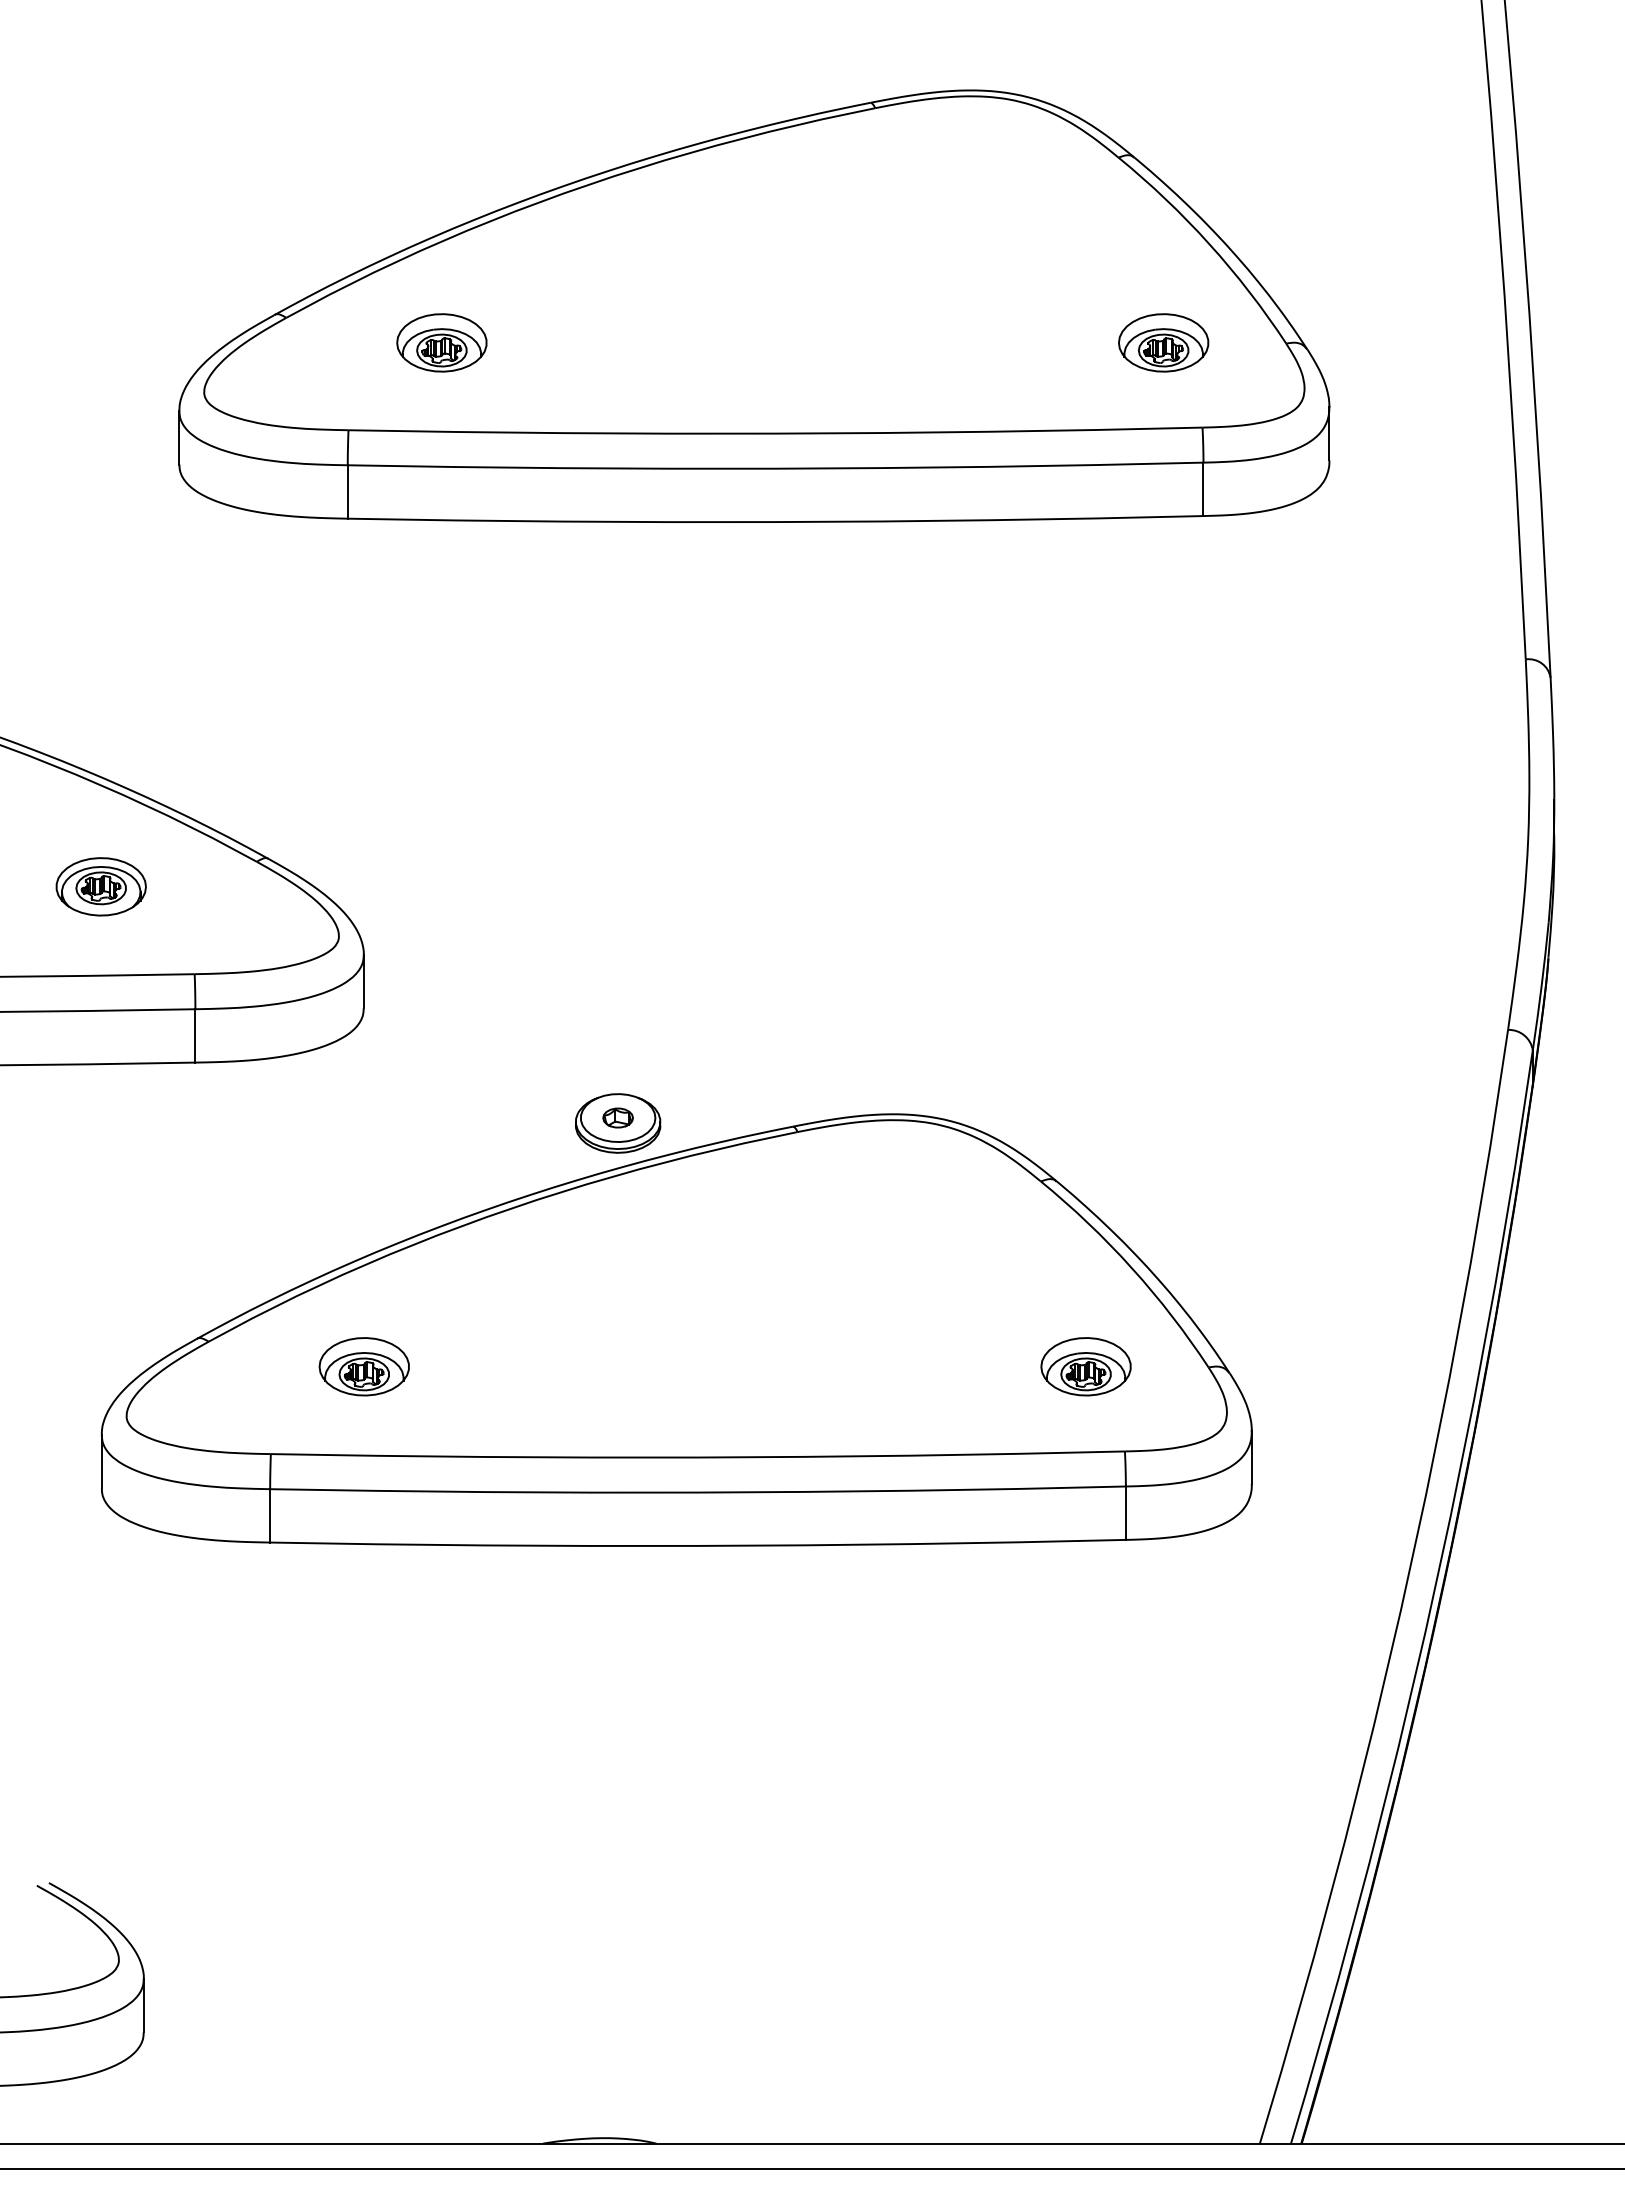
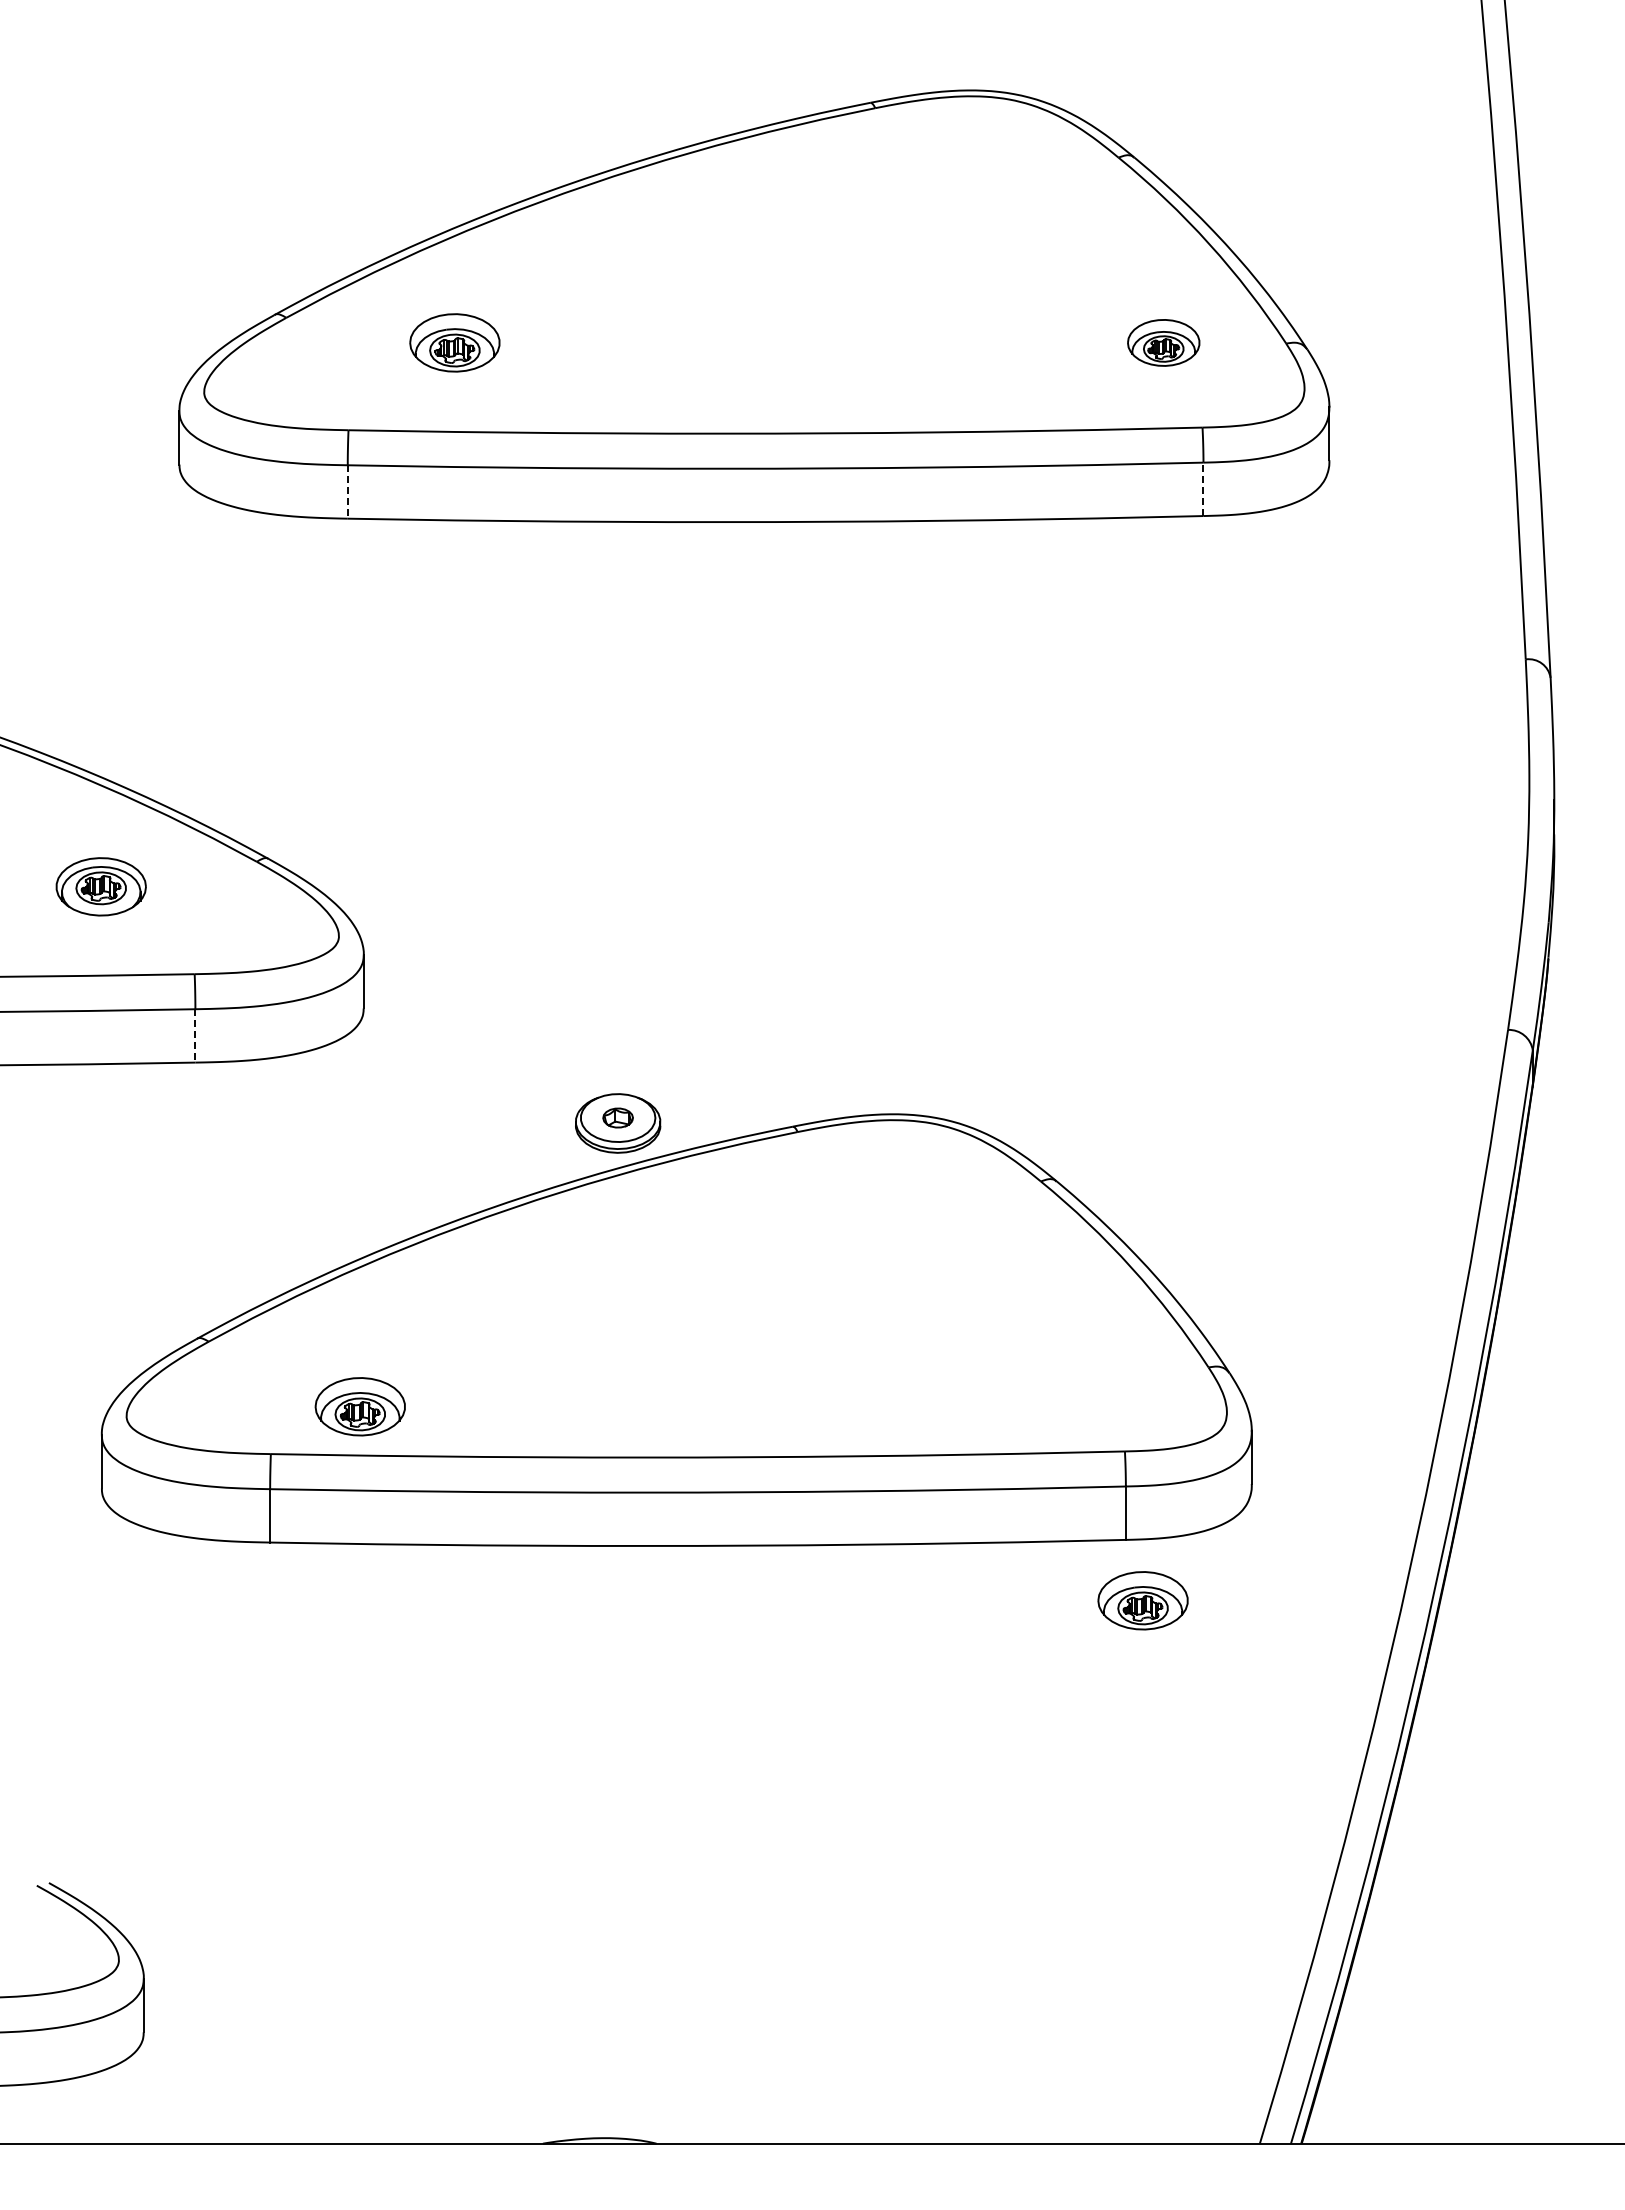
part at (441, 342) position: (441, 342) -> (454, 342)
part at (1163, 342) size: 92x60 px -> 74x48 px
line at (1203, 489): solid -> dashed
line at (347, 491): solid -> dashed
line at (195, 1035): solid -> dashed
part at (363, 1366) position: (363, 1366) -> (359, 1406)
part at (1085, 1366) position: (1085, 1366) -> (1142, 1600)
line at (811, 2168): present -> none
